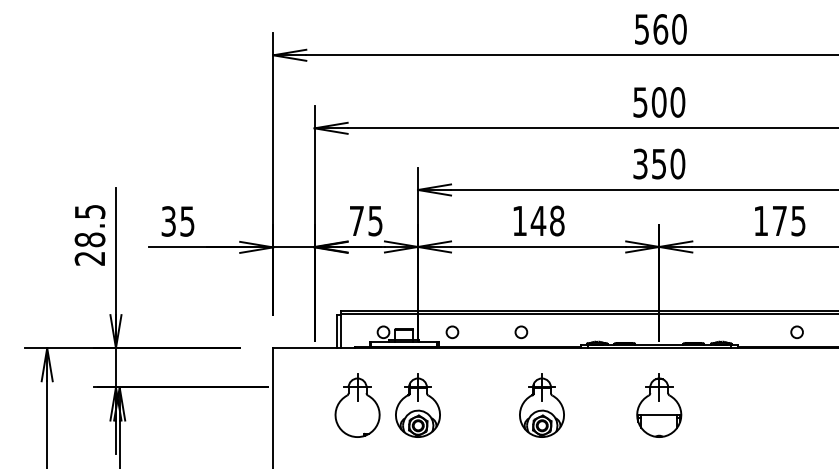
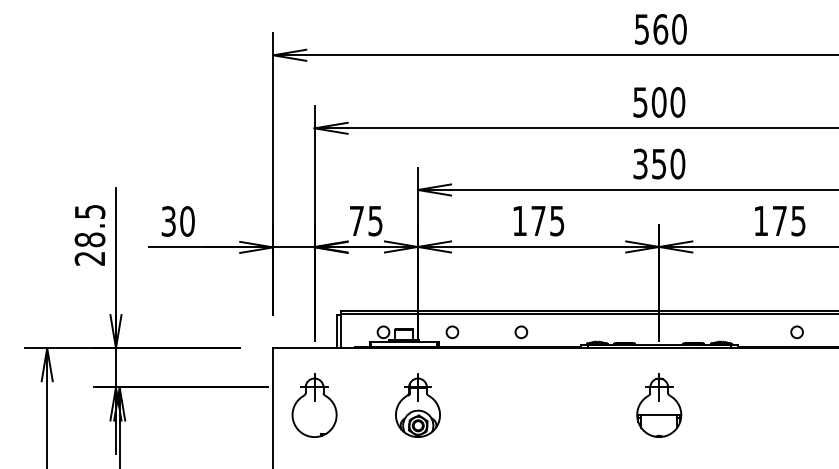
text at (547, 220): 148 -> 175
text at (187, 221): 35 -> 30
part at (357, 405) position: (357, 405) -> (314, 405)
part at (541, 405): present -> none
